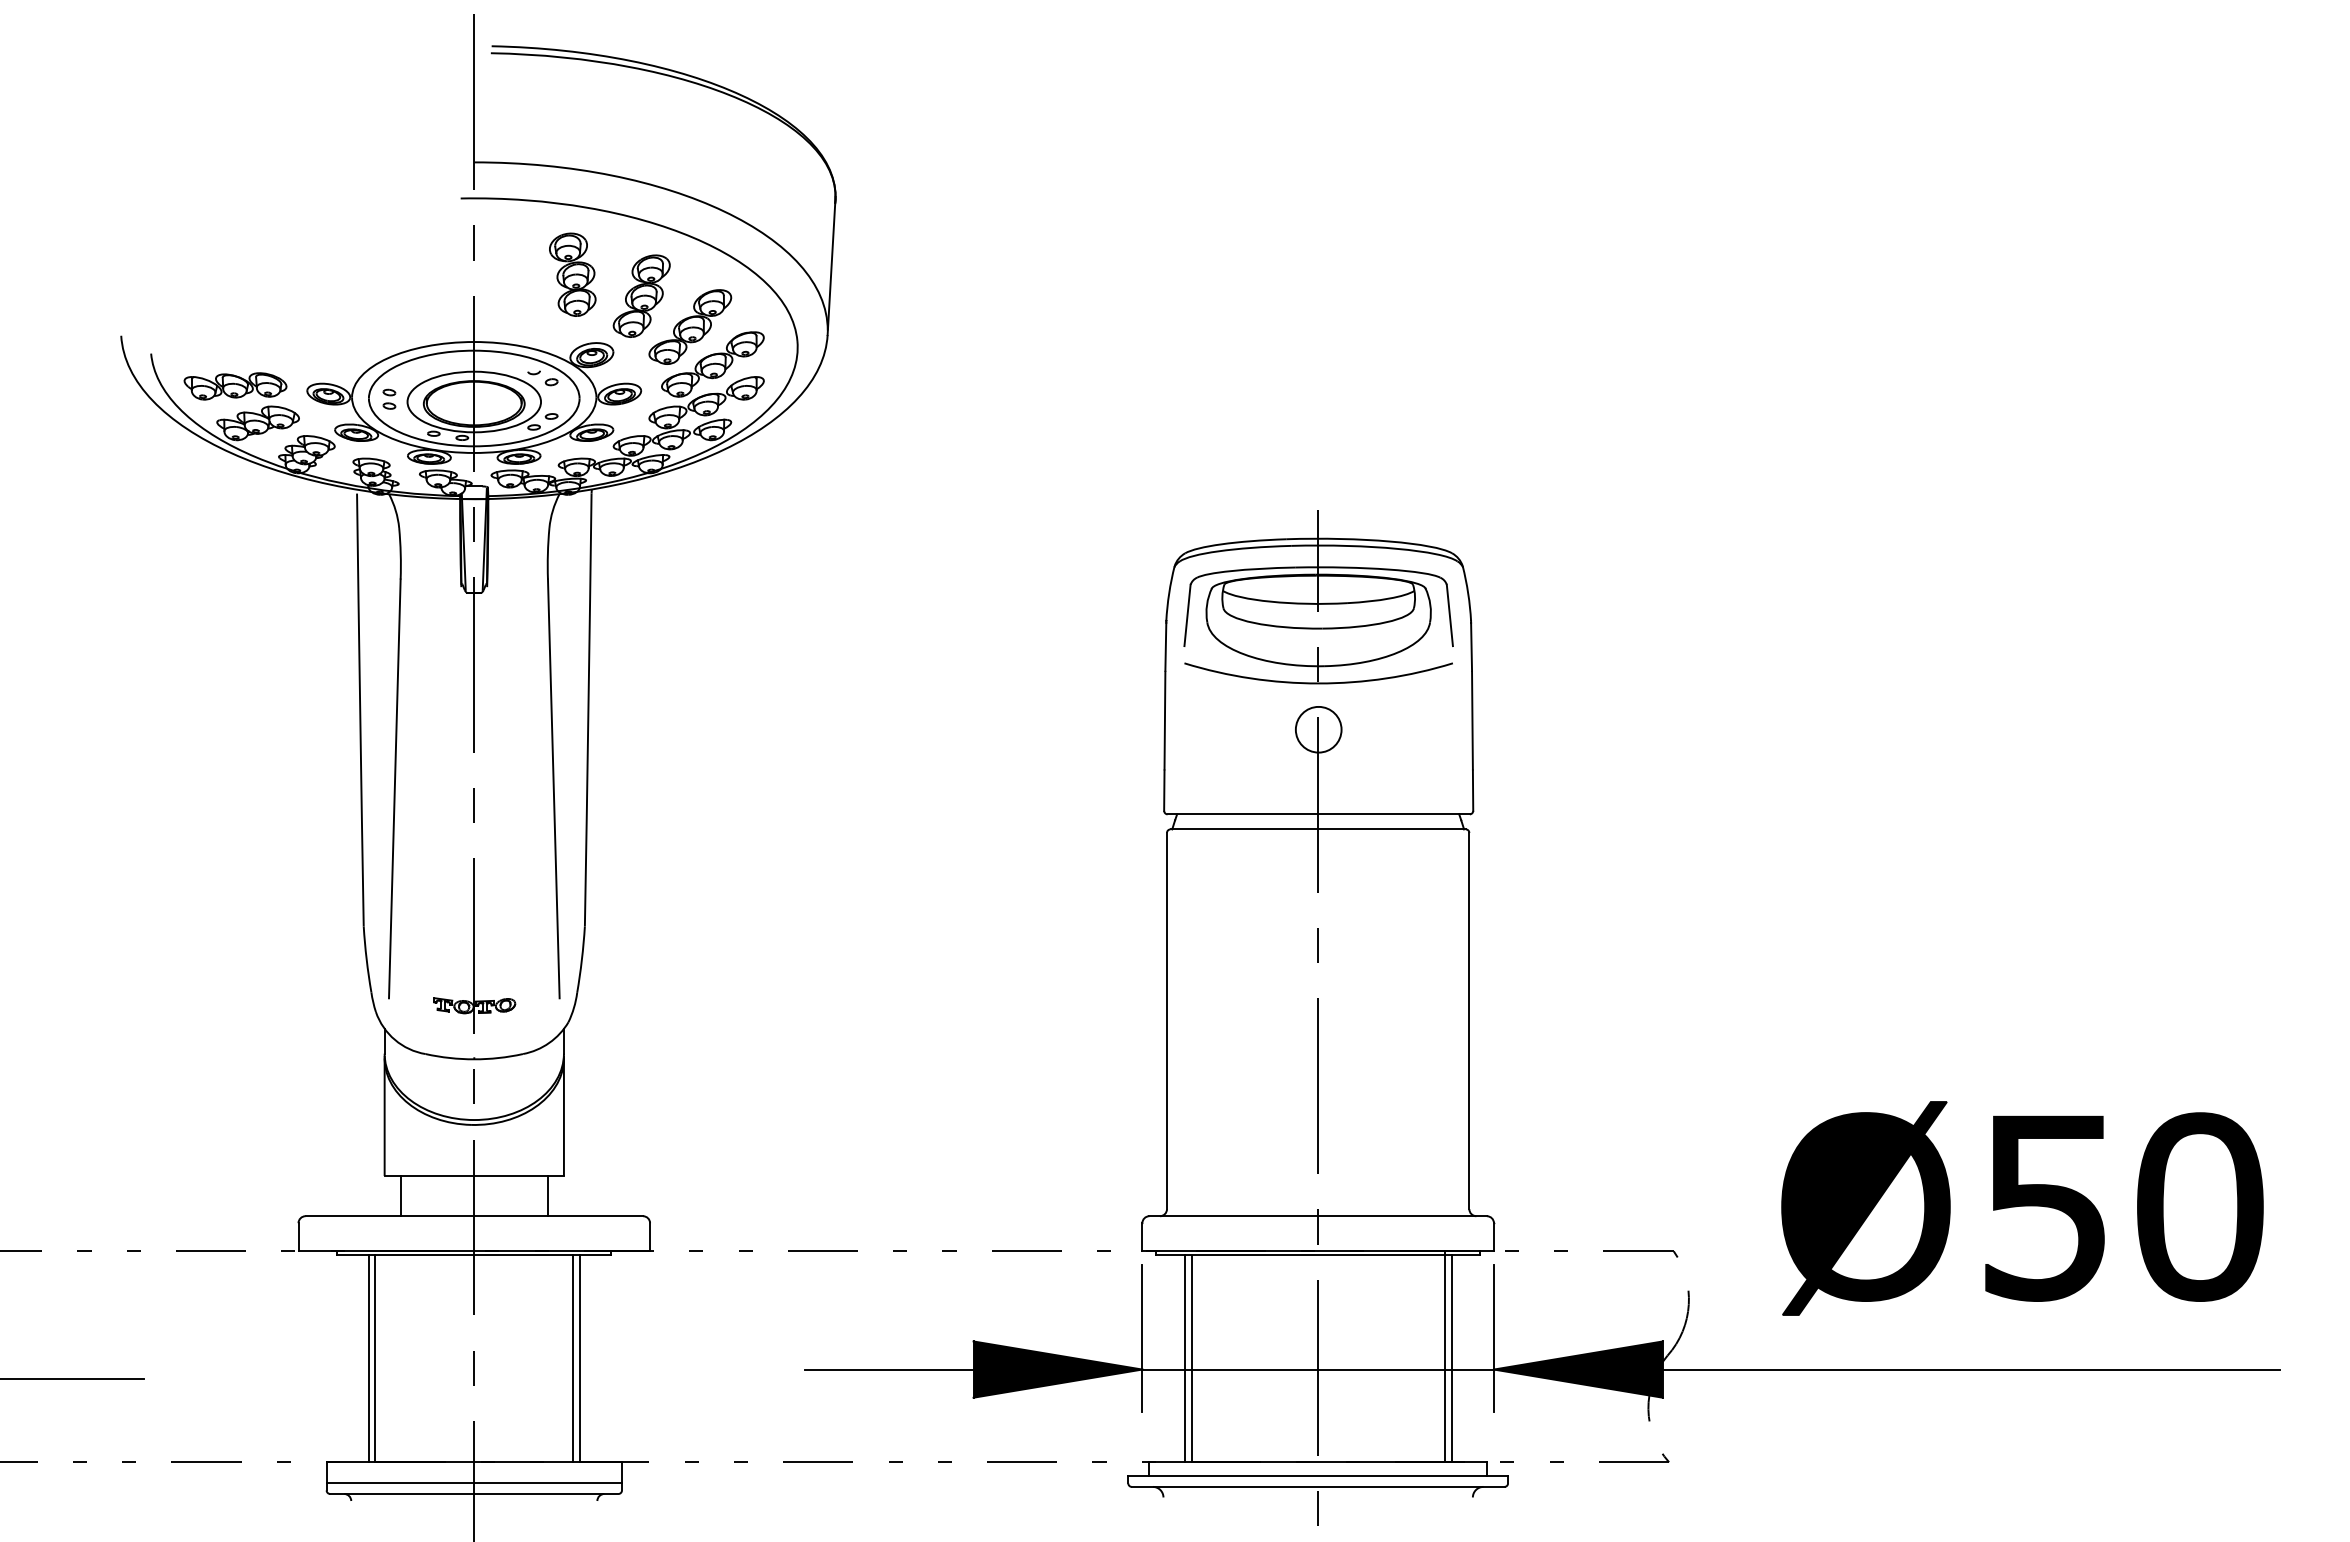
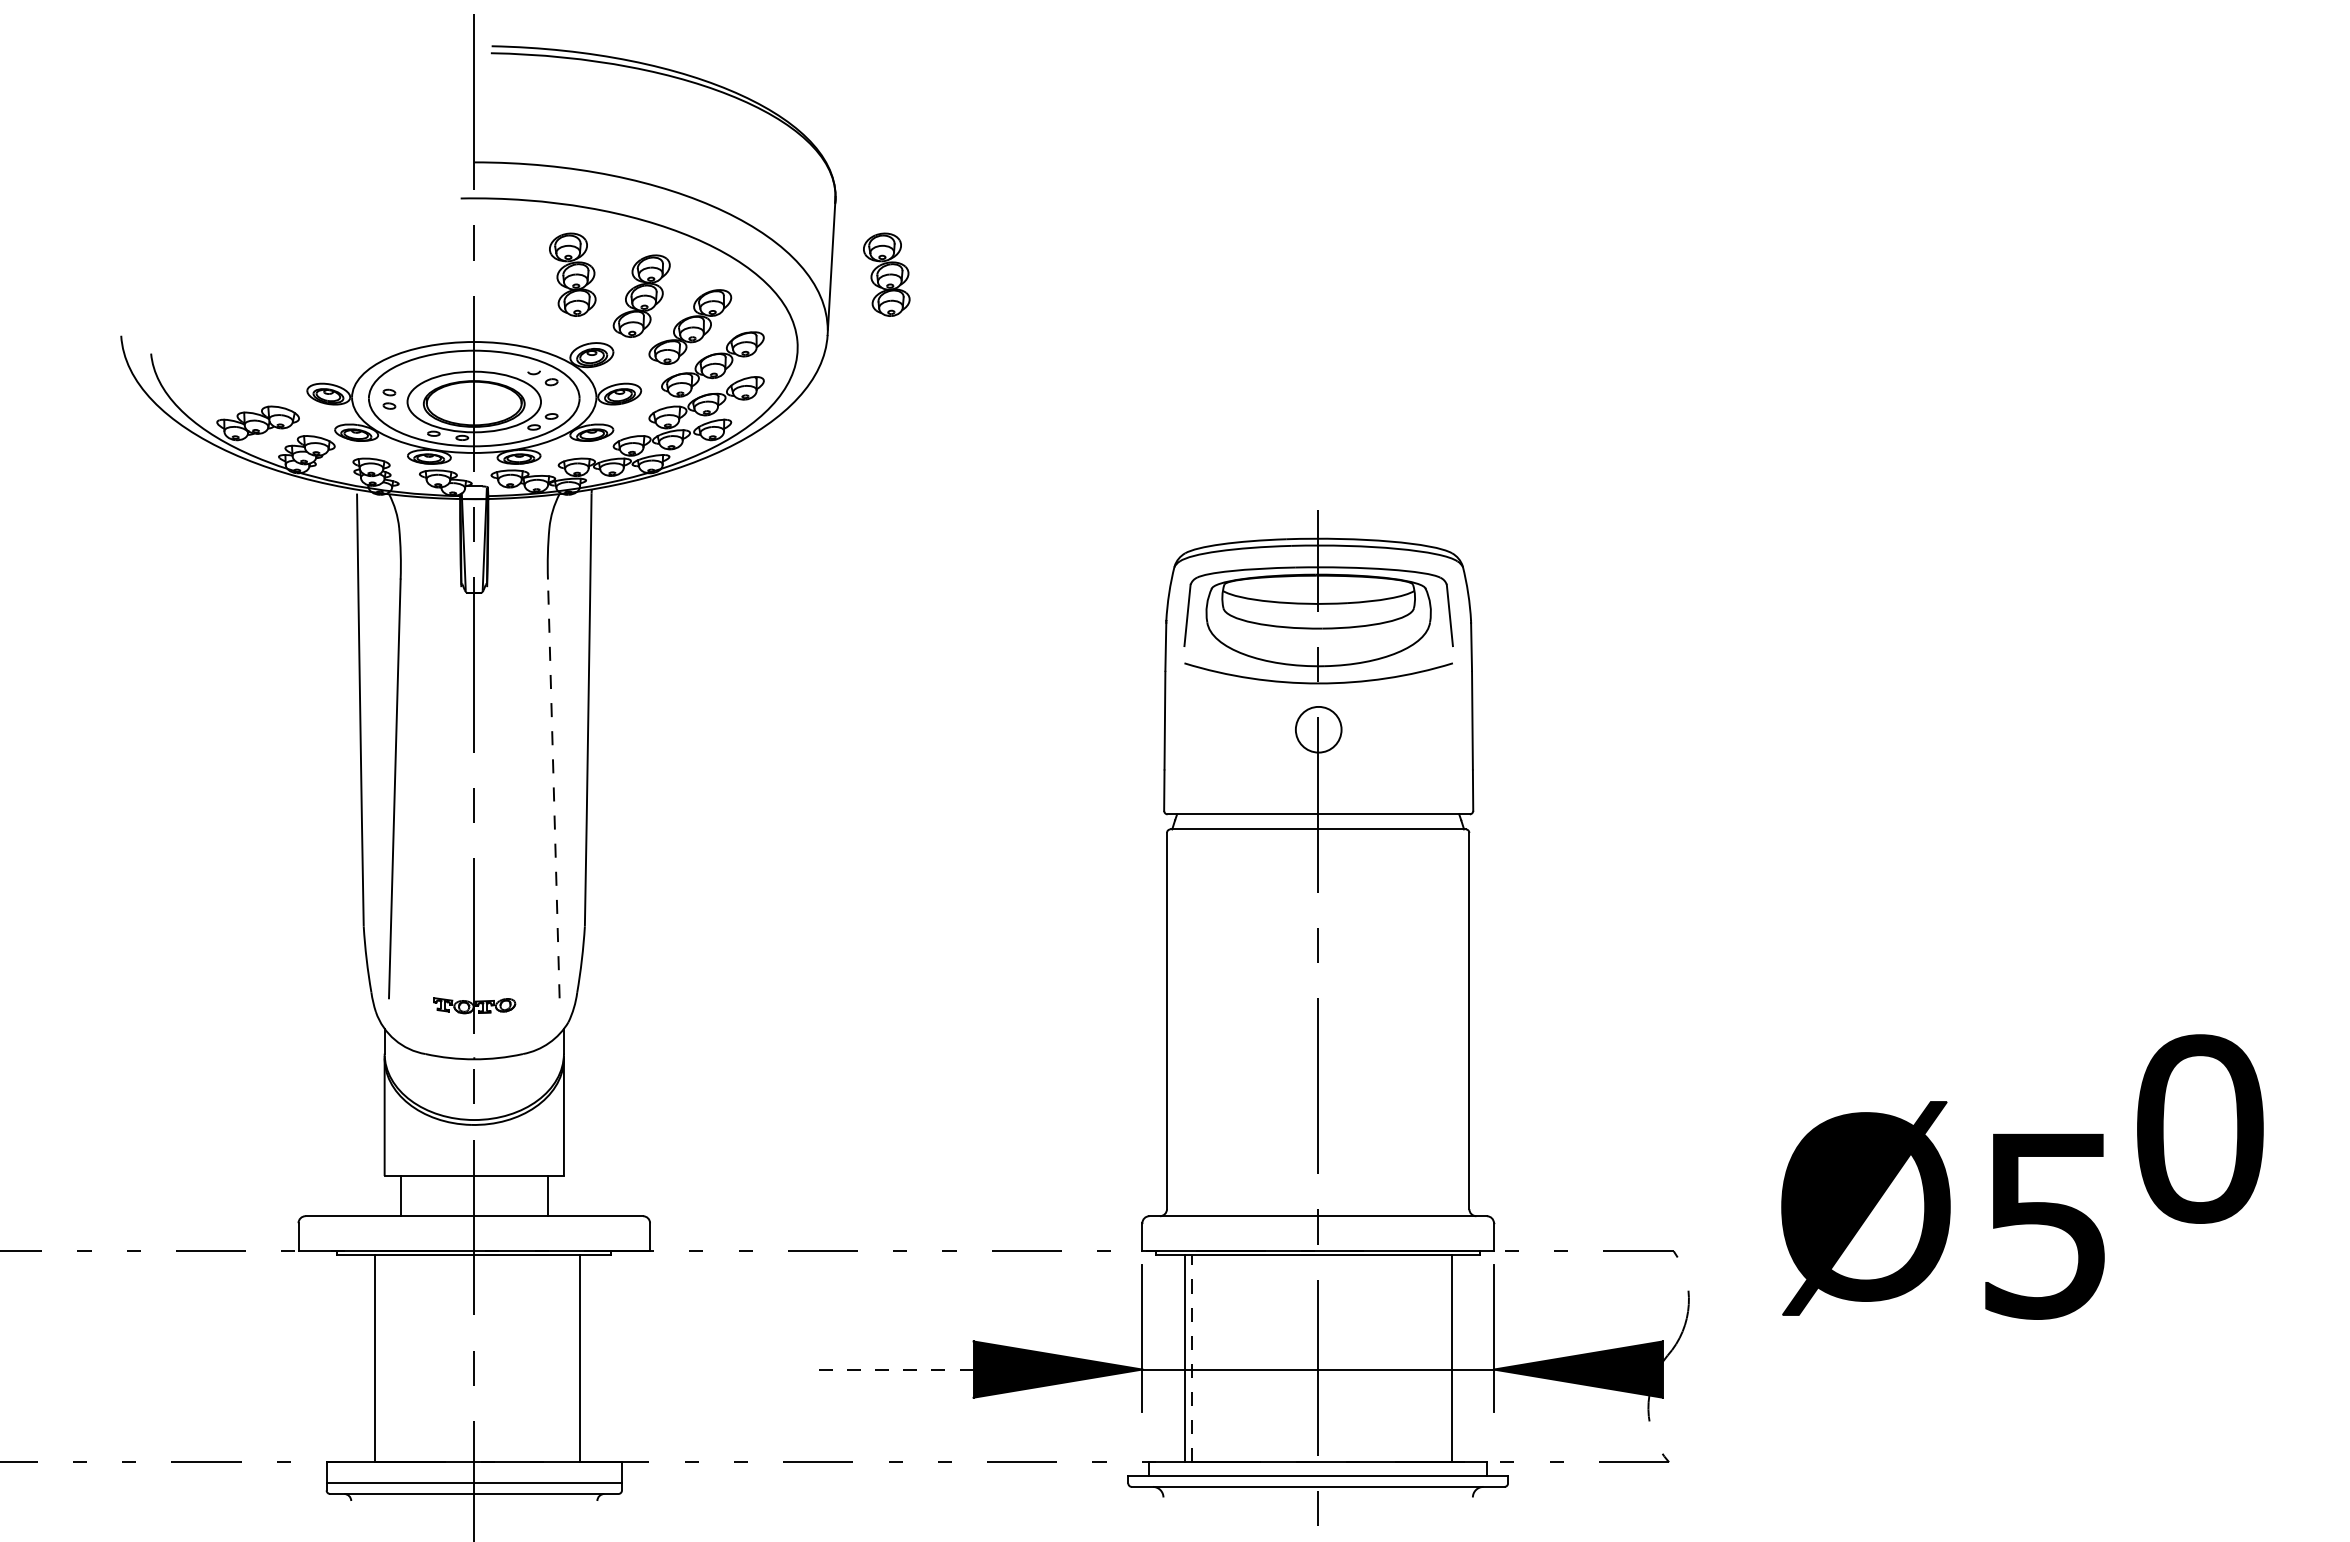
part at (886, 274): none -> present
part at (235, 386): present -> none
line at (553, 788): solid -> dashed
part at (2200, 1206) position: (2200, 1206) -> (2200, 1128)
part at (2044, 1208) position: (2044, 1208) -> (2044, 1226)
line at (1444, 1356): present -> none
line at (368, 1358): present -> none
line at (573, 1358): present -> none
line at (1191, 1359): solid -> dashed
line at (888, 1369): solid -> dashed
line at (1970, 1369): present -> none
line at (72, 1378): present -> none
